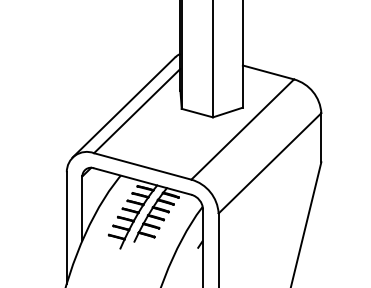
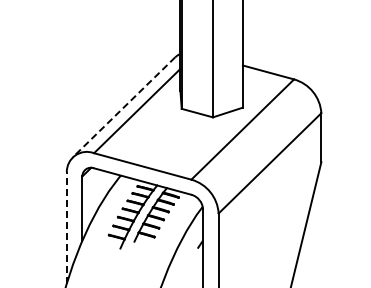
line at (123, 107): solid -> dashed
line at (66, 227): solid -> dashed
